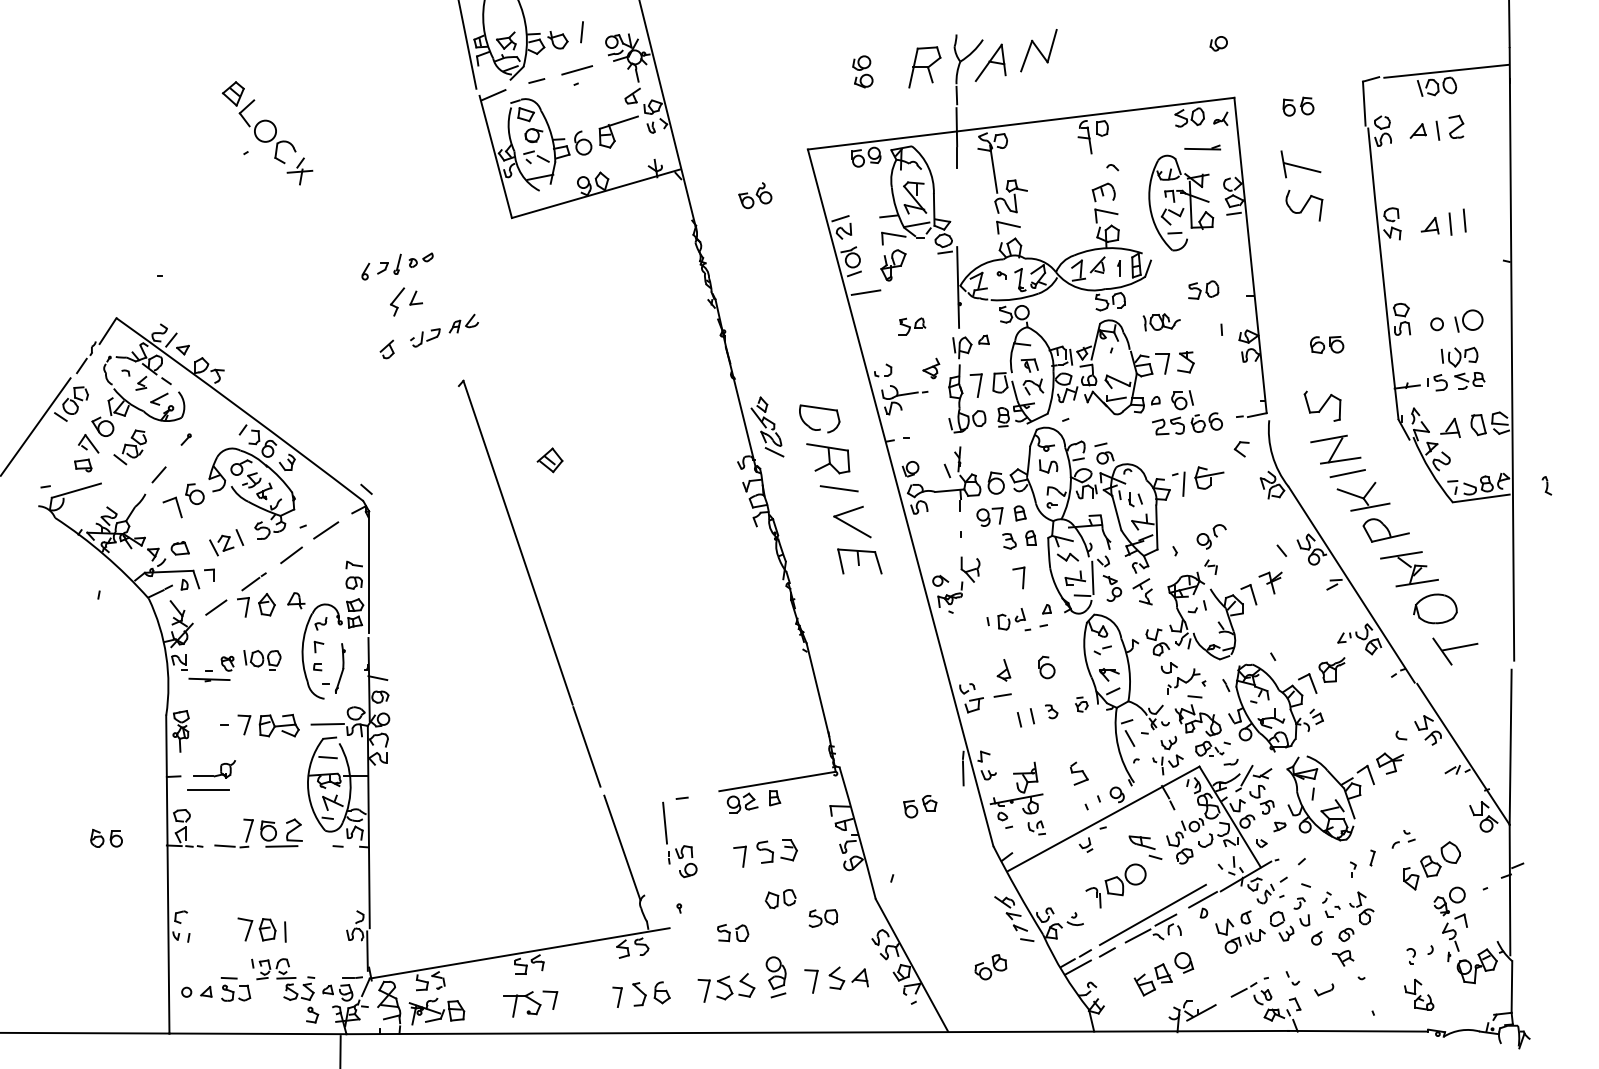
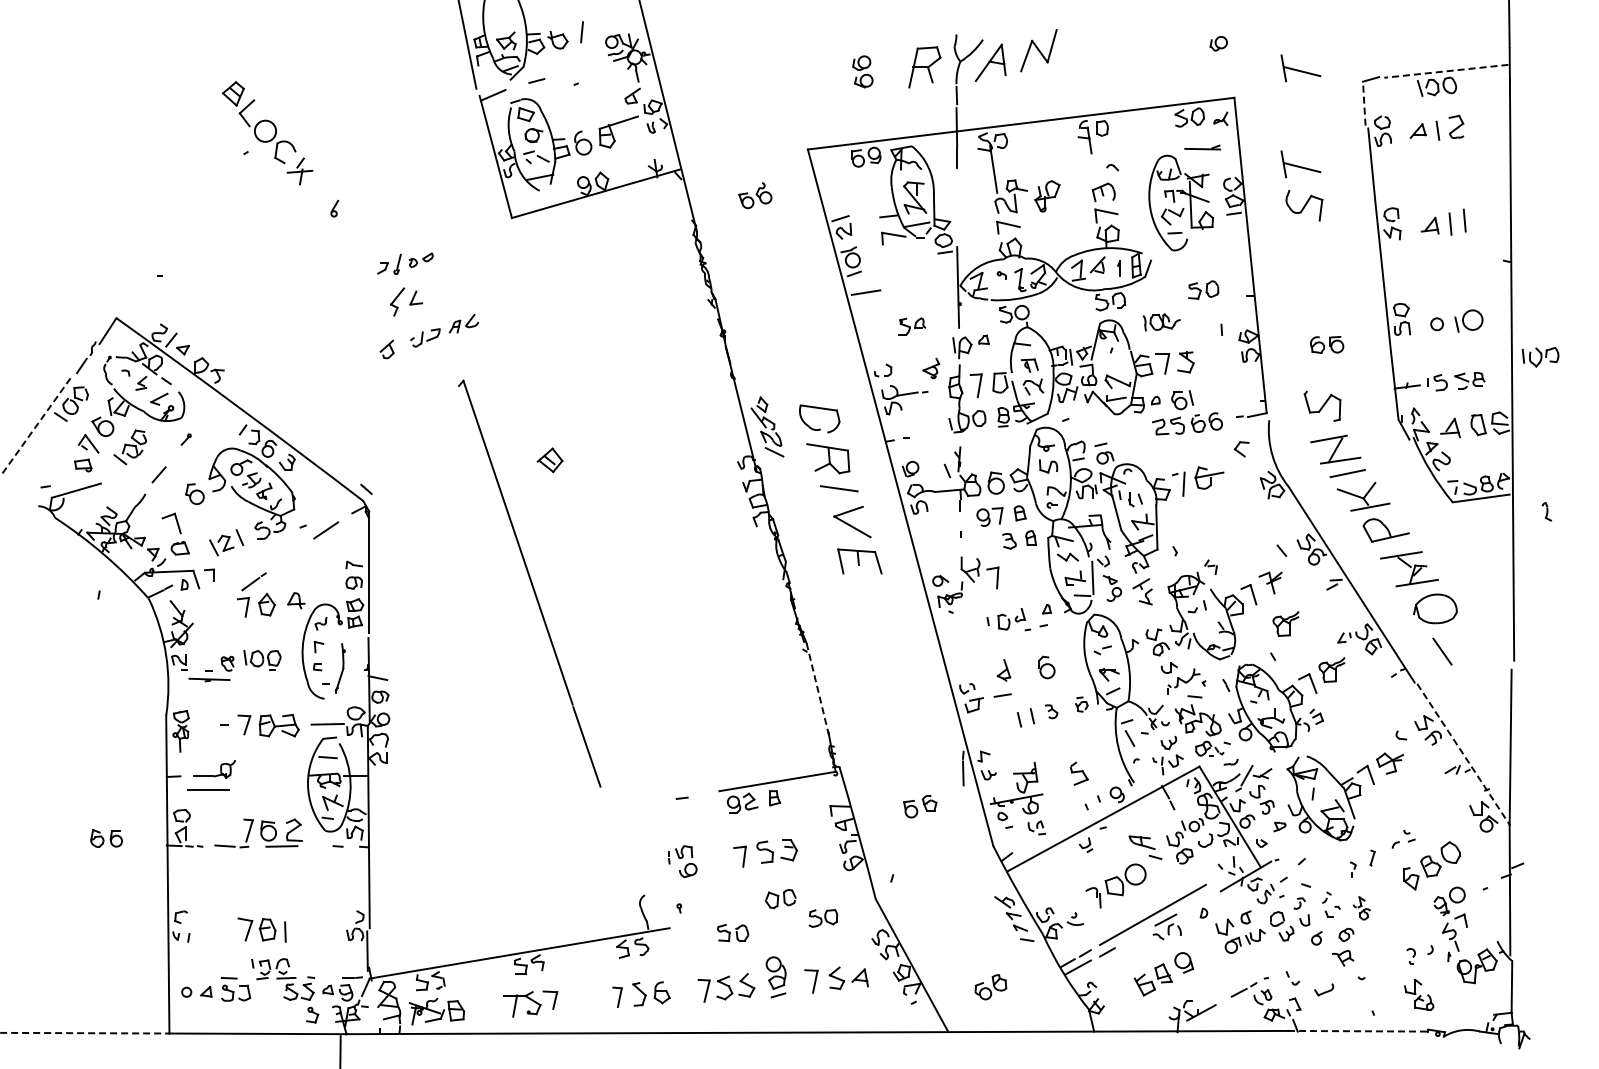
part at (1300, 68): none -> present
line at (577, 70): present -> none
line at (1445, 71): solid -> dashed
line at (1364, 103): solid -> dashed
part at (1298, 106): present -> none
part at (893, 265) position: (893, 265) -> (1047, 196)
part at (365, 271) position: (365, 271) -> (334, 208)
part at (1459, 356) position: (1459, 356) -> (1540, 356)
line at (35, 427): solid -> dashed
part at (1546, 485) position: (1546, 485) -> (1546, 511)
part at (172, 507) position: (172, 507) -> (171, 523)
part at (1211, 536): present -> none
line at (291, 555): present -> none
part at (1018, 577) position: (1018, 577) -> (992, 577)
line at (216, 607): present -> none
part at (1285, 623): none -> present
line at (1460, 646): present -> none
line at (817, 689): solid -> dashed
line at (1463, 754): solid -> dashed
line at (665, 822): present -> none
line at (622, 847): present -> none
line at (1202, 899): present -> none
part at (1361, 908) size: 26x35 px -> 19x25 px
line at (1137, 935): present -> none
part at (990, 967) position: (990, 967) -> (990, 987)
line at (1357, 1031): solid -> dashed
line at (84, 1033): solid -> dashed
